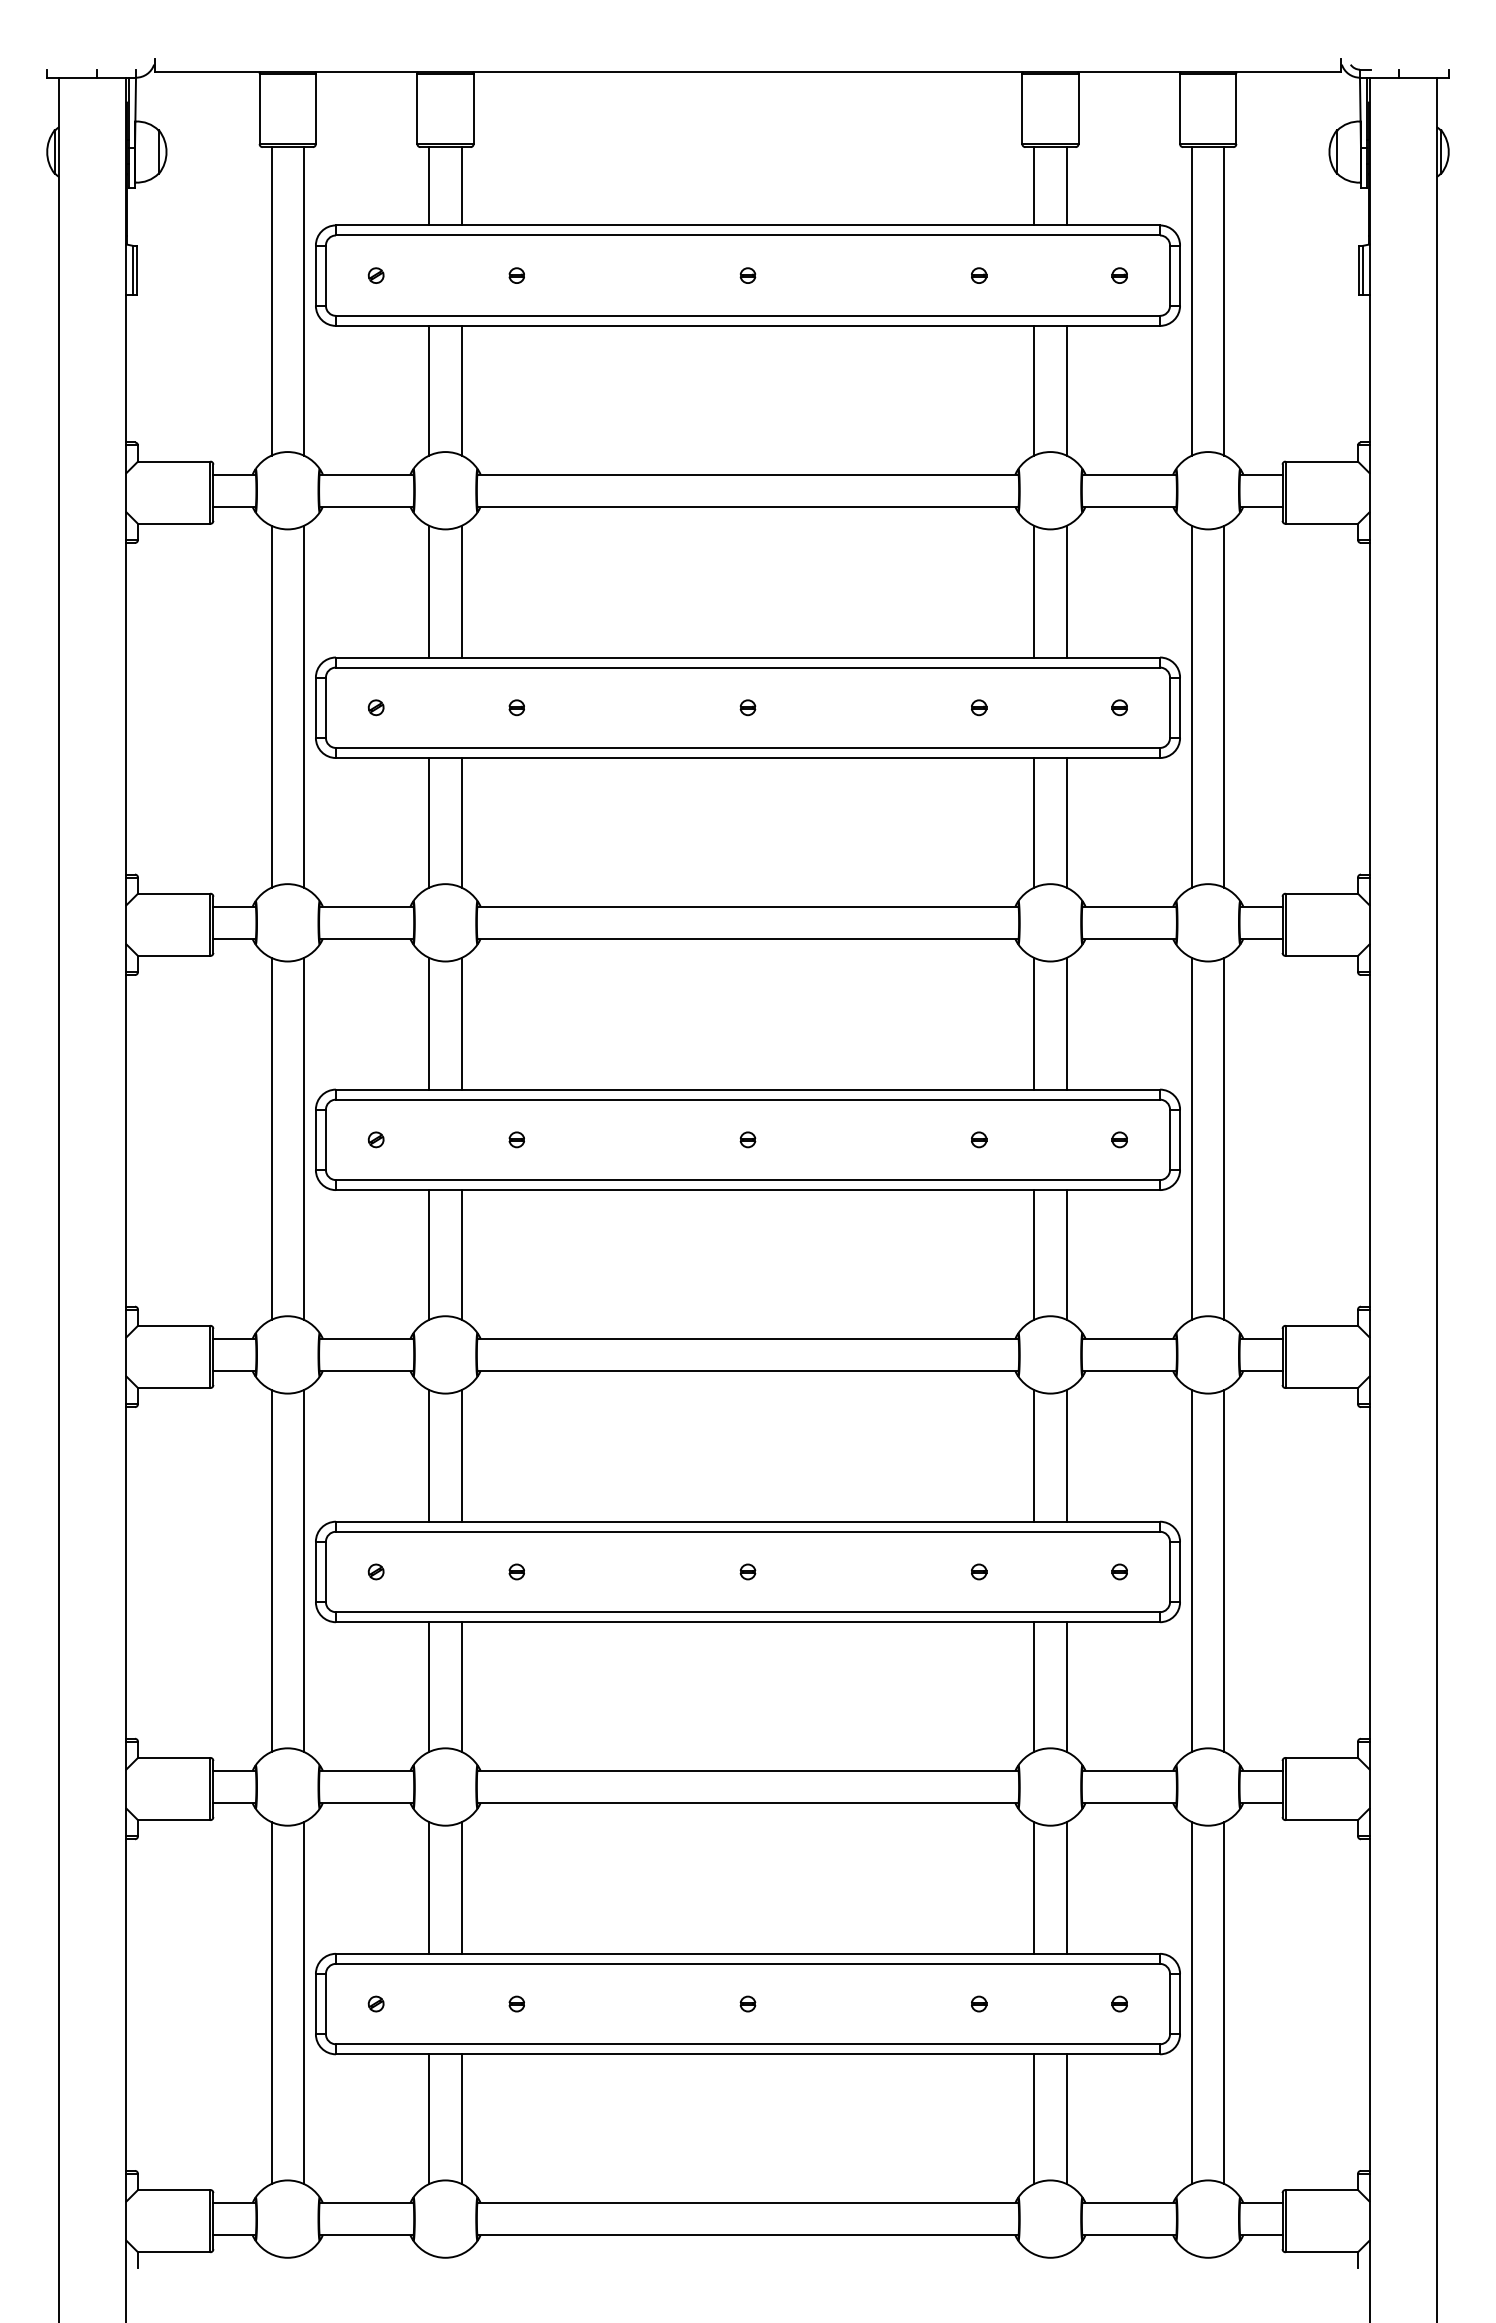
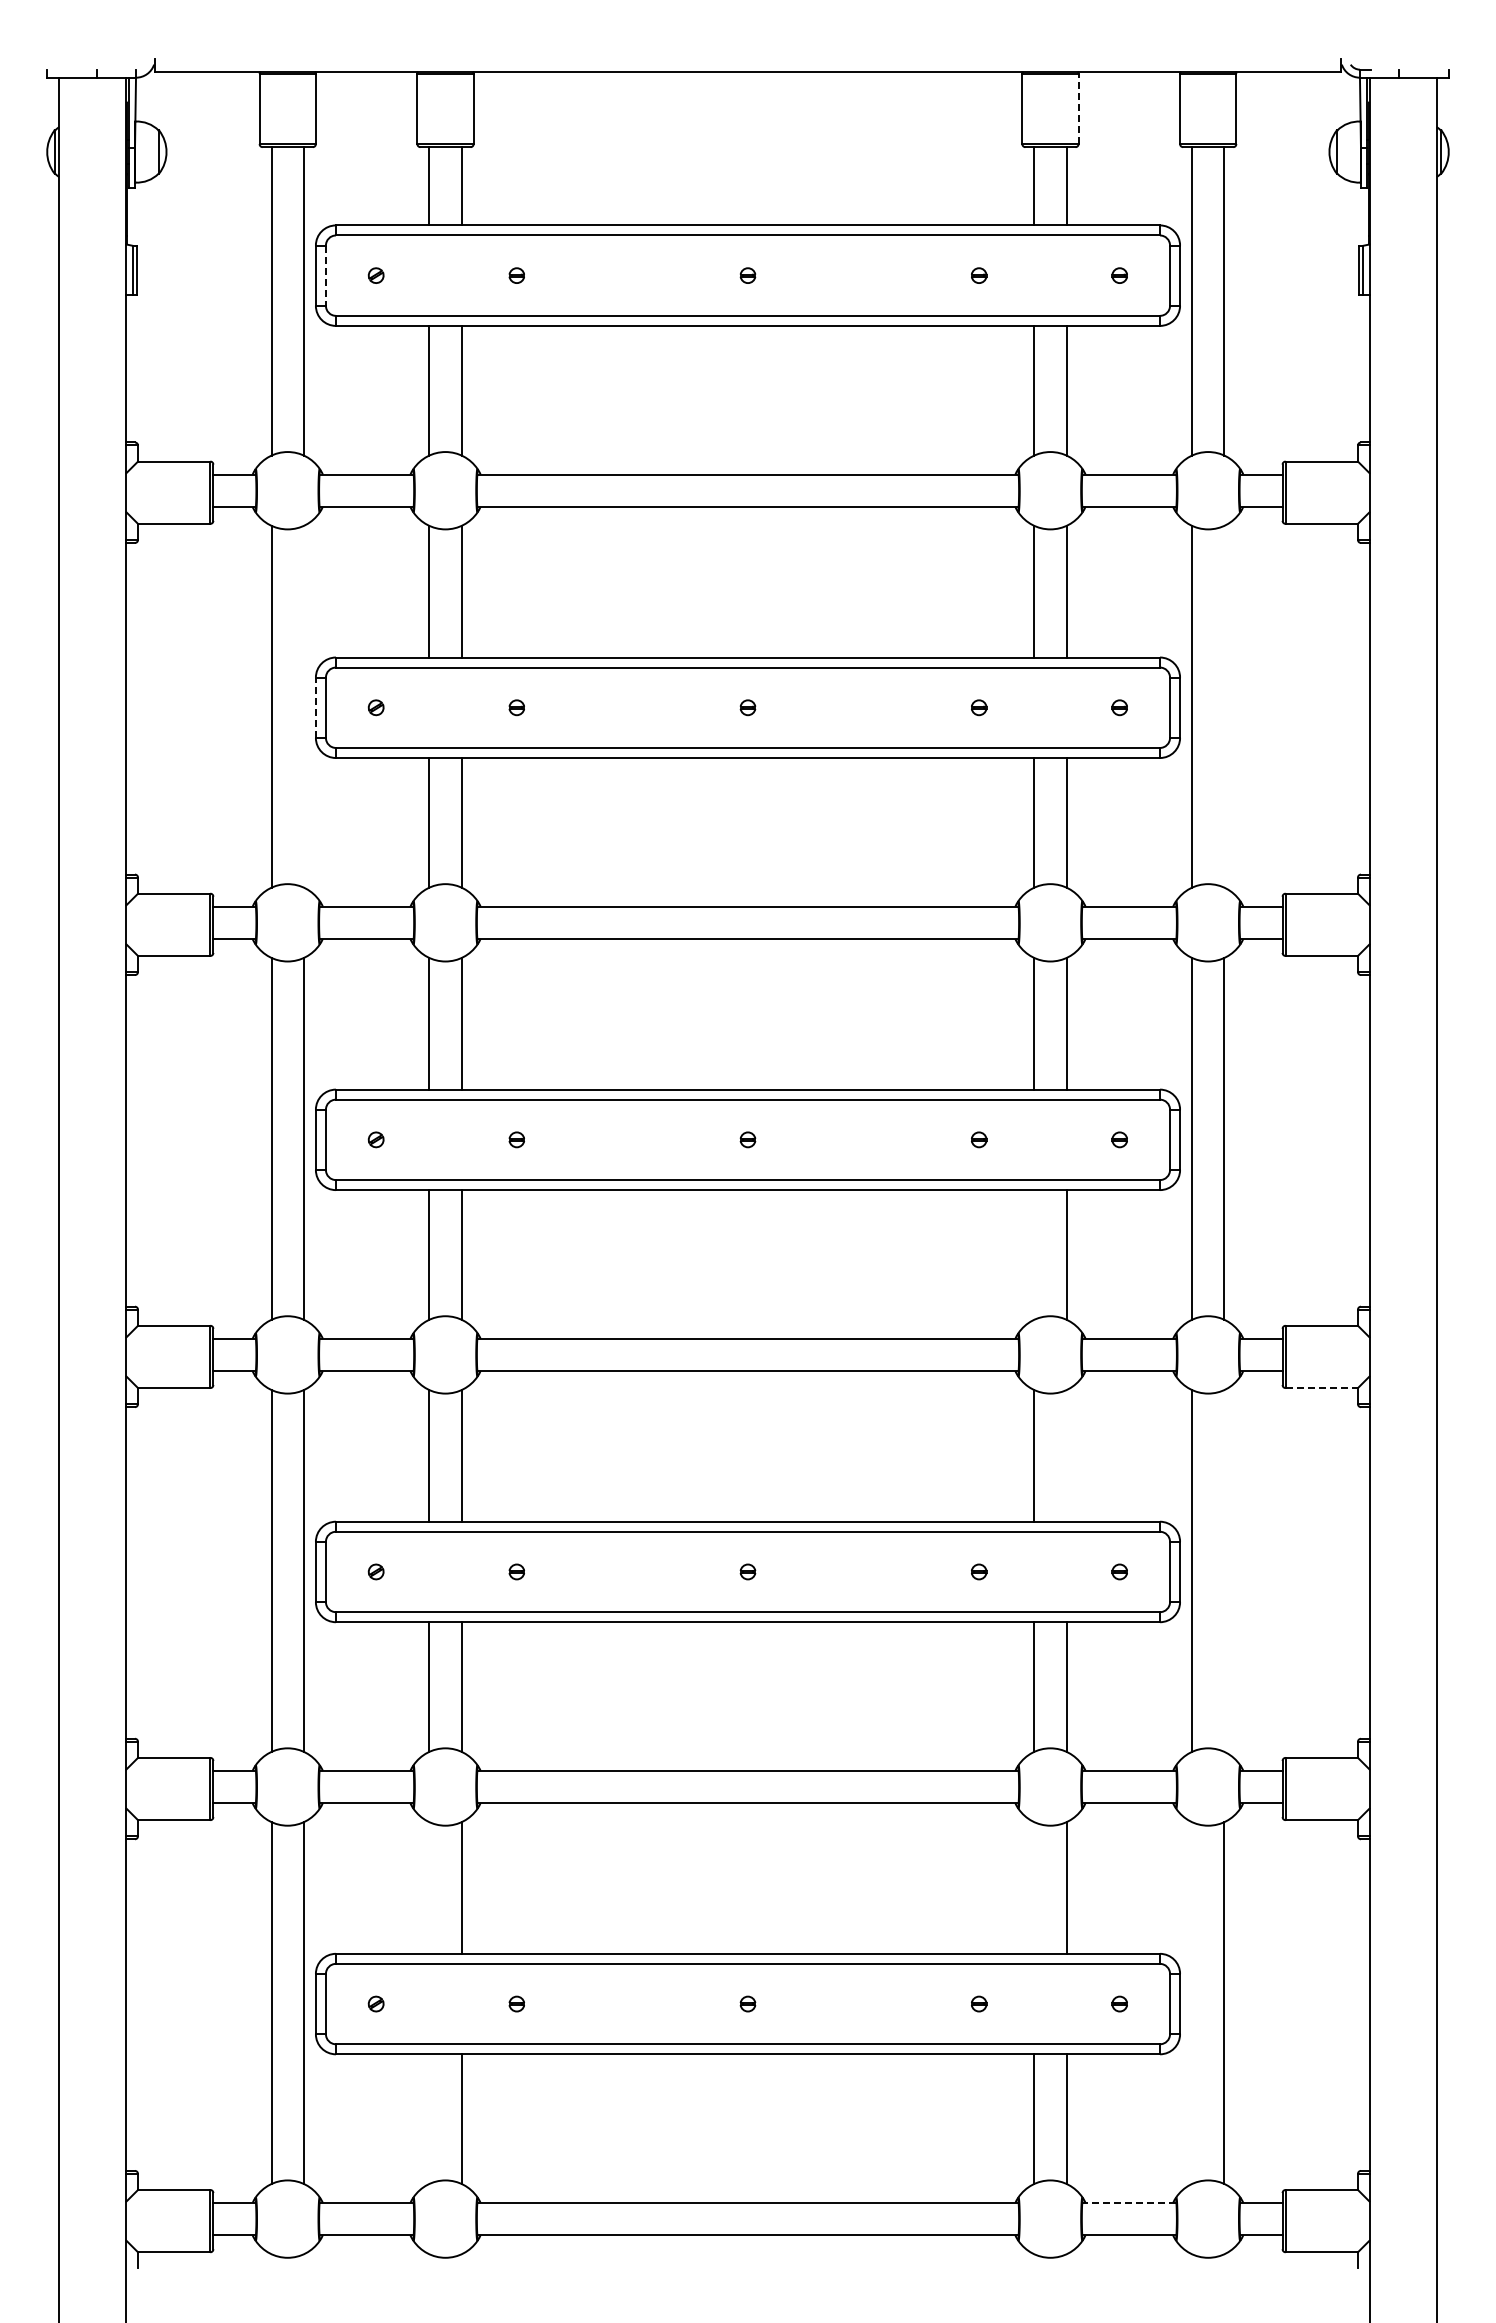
line at (1078, 108): solid -> dashed
line at (325, 276): solid -> dashed
line at (303, 706): present -> none
line at (1224, 706): present -> none
line at (315, 707): solid -> dashed
line at (1034, 1254): present -> none
line at (1322, 1388): solid -> dashed
line at (1066, 1455): present -> none
line at (1224, 1570): present -> none
line at (429, 1887): present -> none
line at (1034, 1887): present -> none
line at (1192, 2002): present -> none
line at (429, 2118): present -> none
line at (1128, 2203): solid -> dashed
